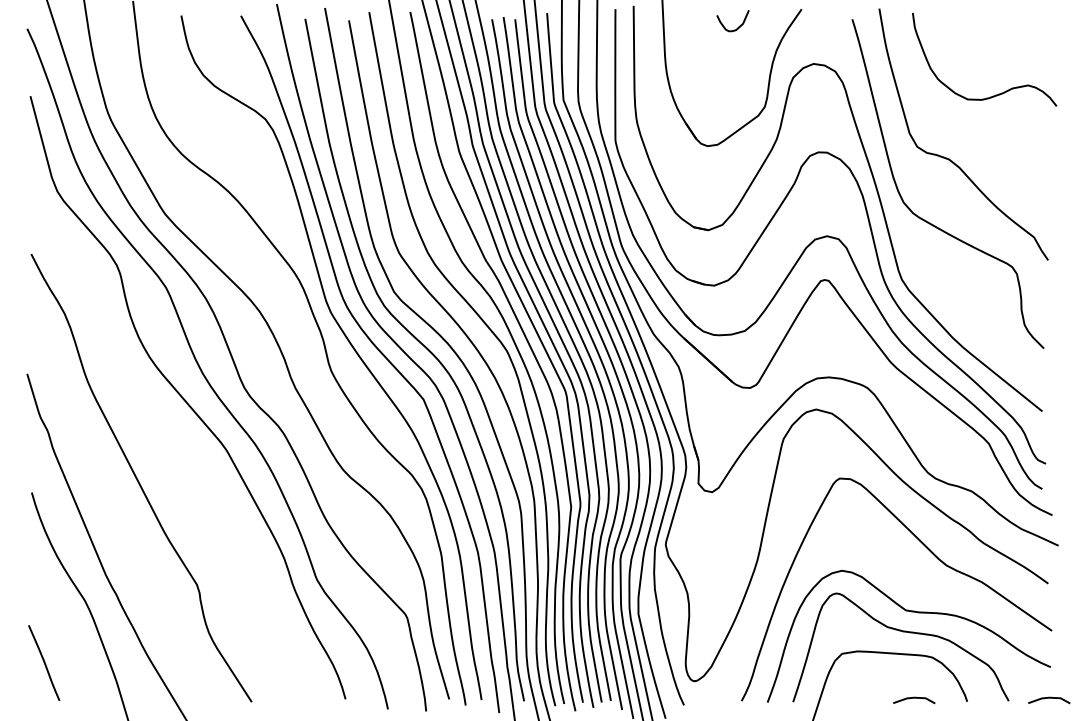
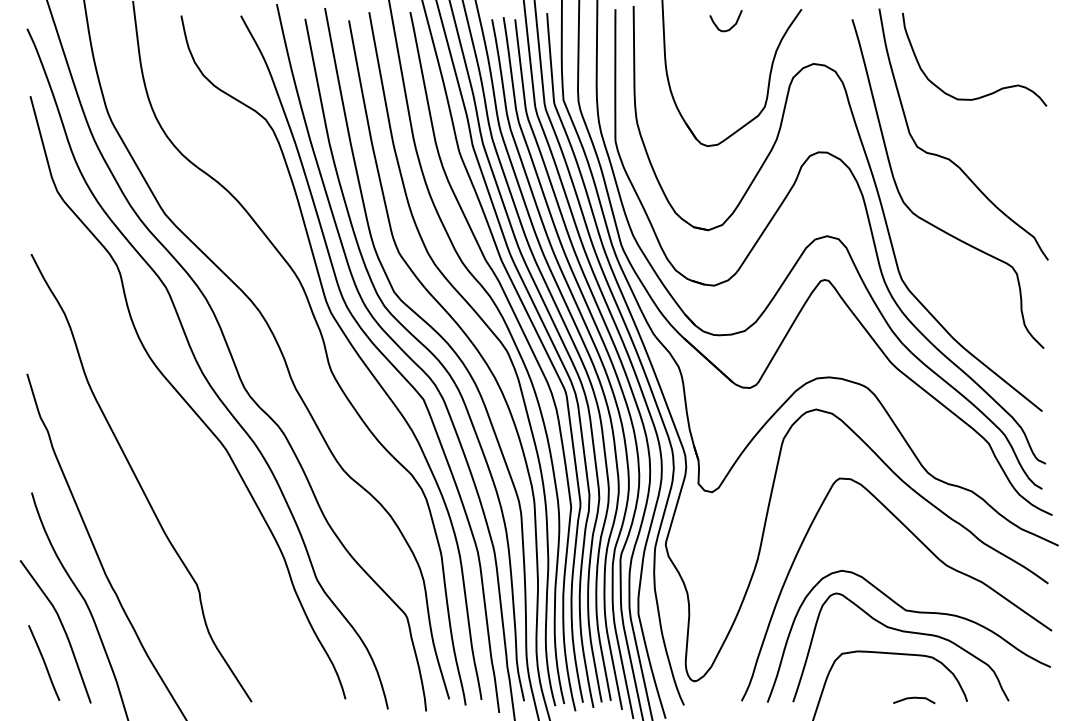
curve at (738, 26) position: (738, 26) -> (731, 26)
curve at (995, 94) position: (995, 94) -> (985, 94)
curve at (62, 628): none -> present
line at (1049, 698): present -> none
